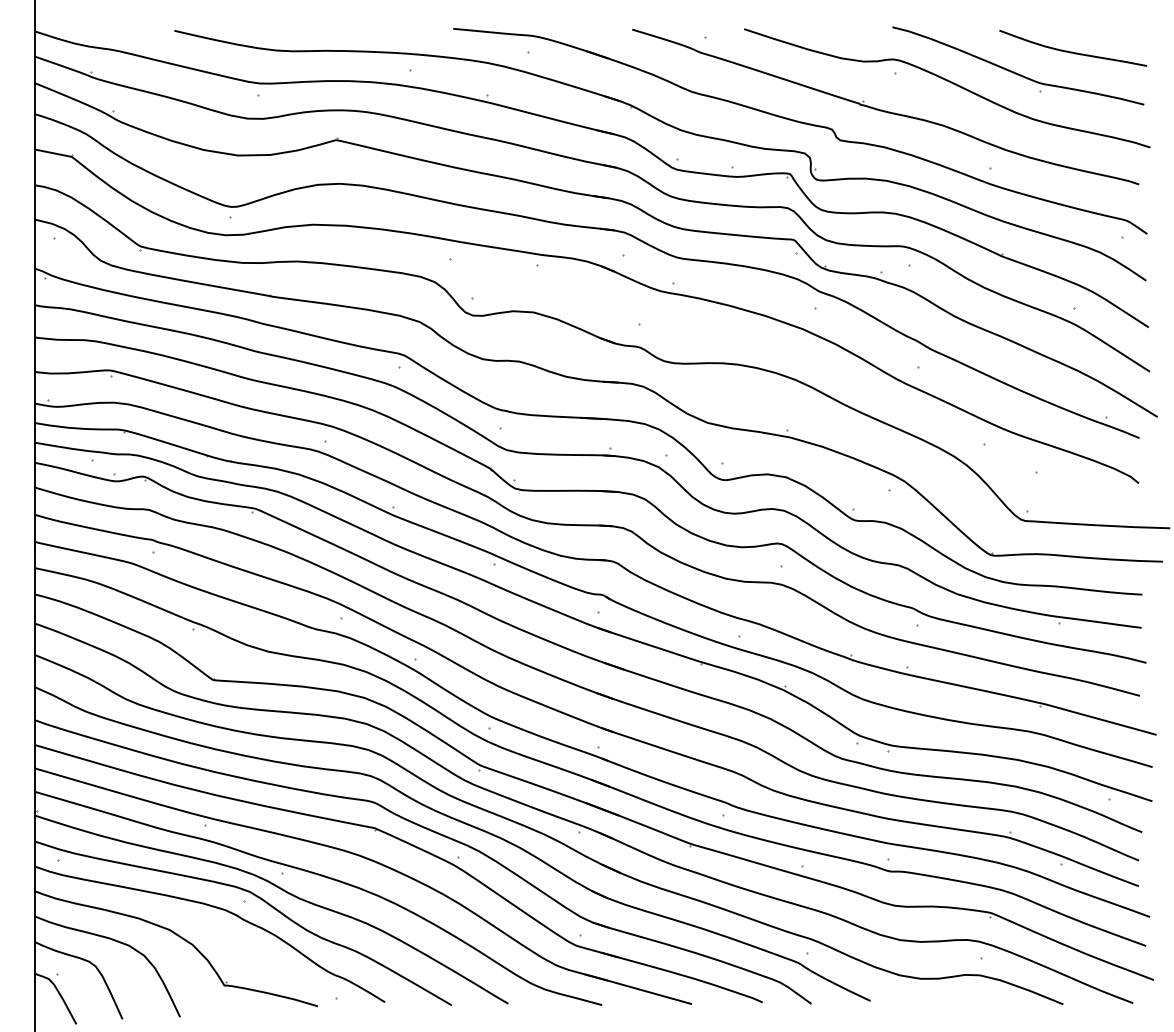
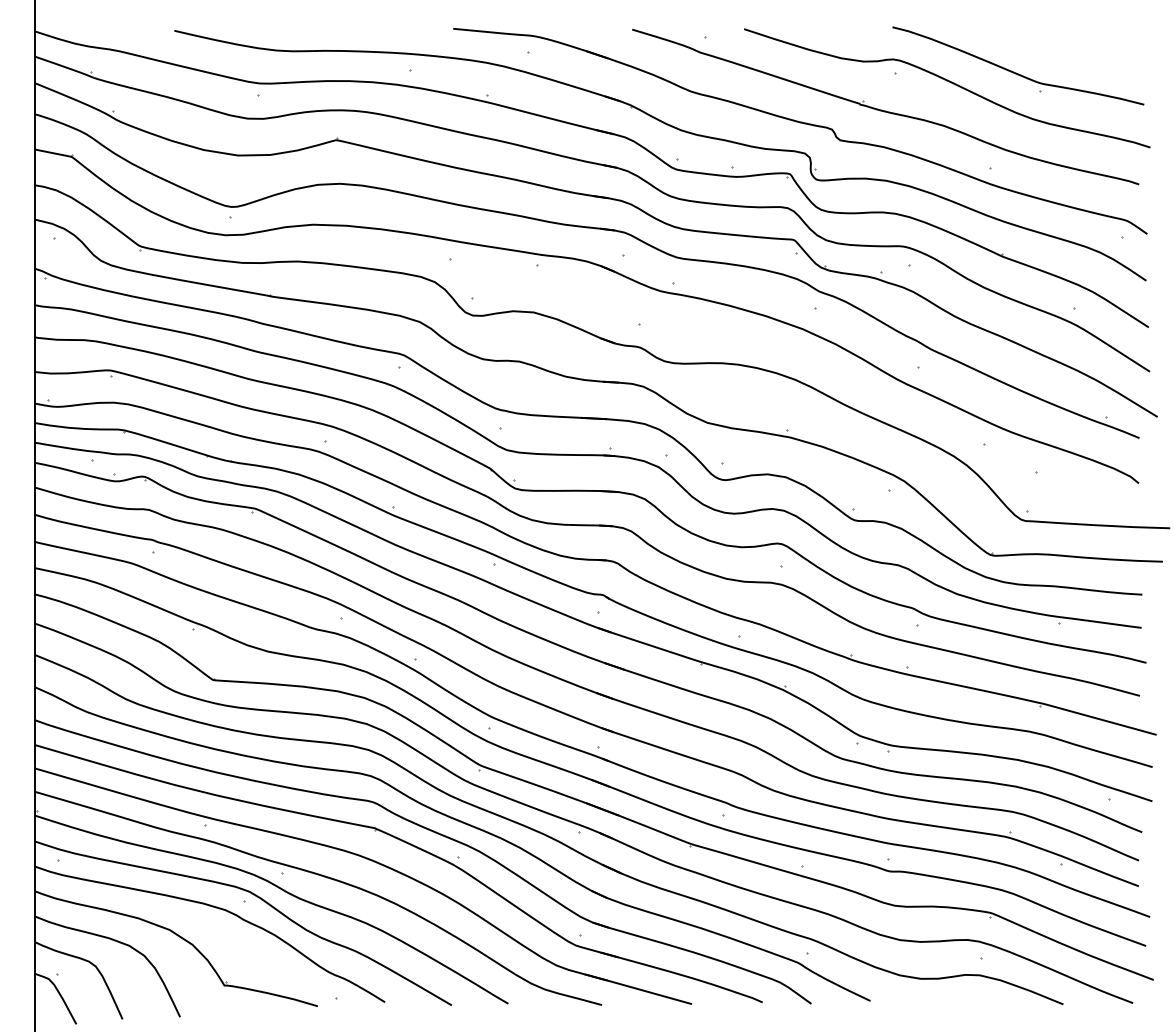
curve at (1072, 51): present -> none
